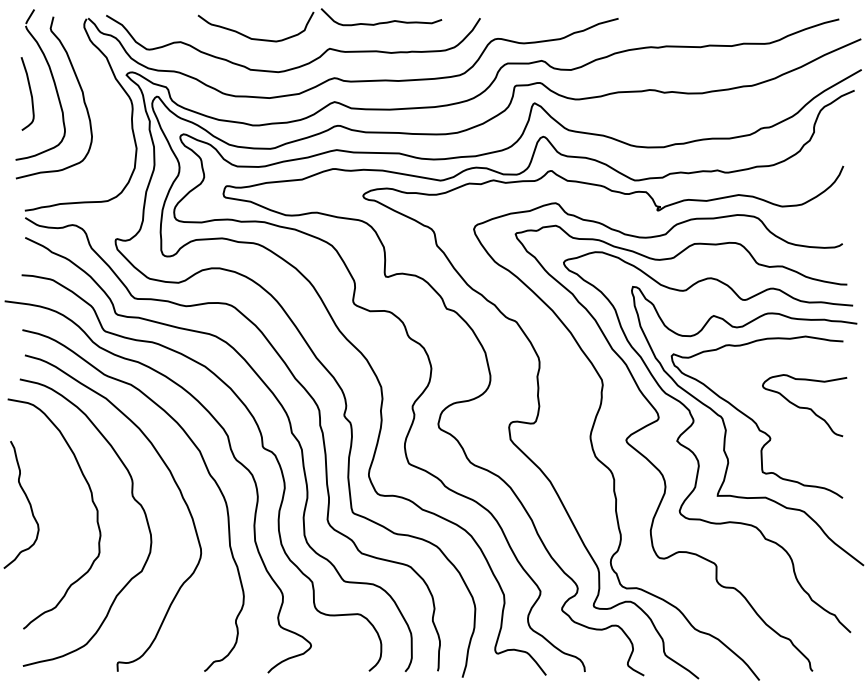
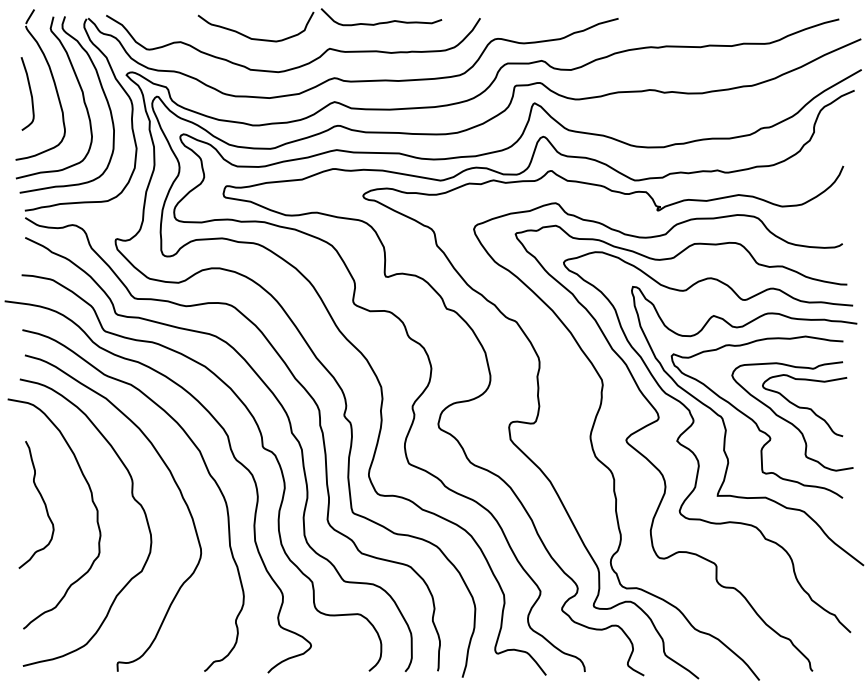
curve at (101, 89): none -> present
curve at (788, 420): none -> present
curve at (27, 501) position: (27, 501) -> (42, 501)
